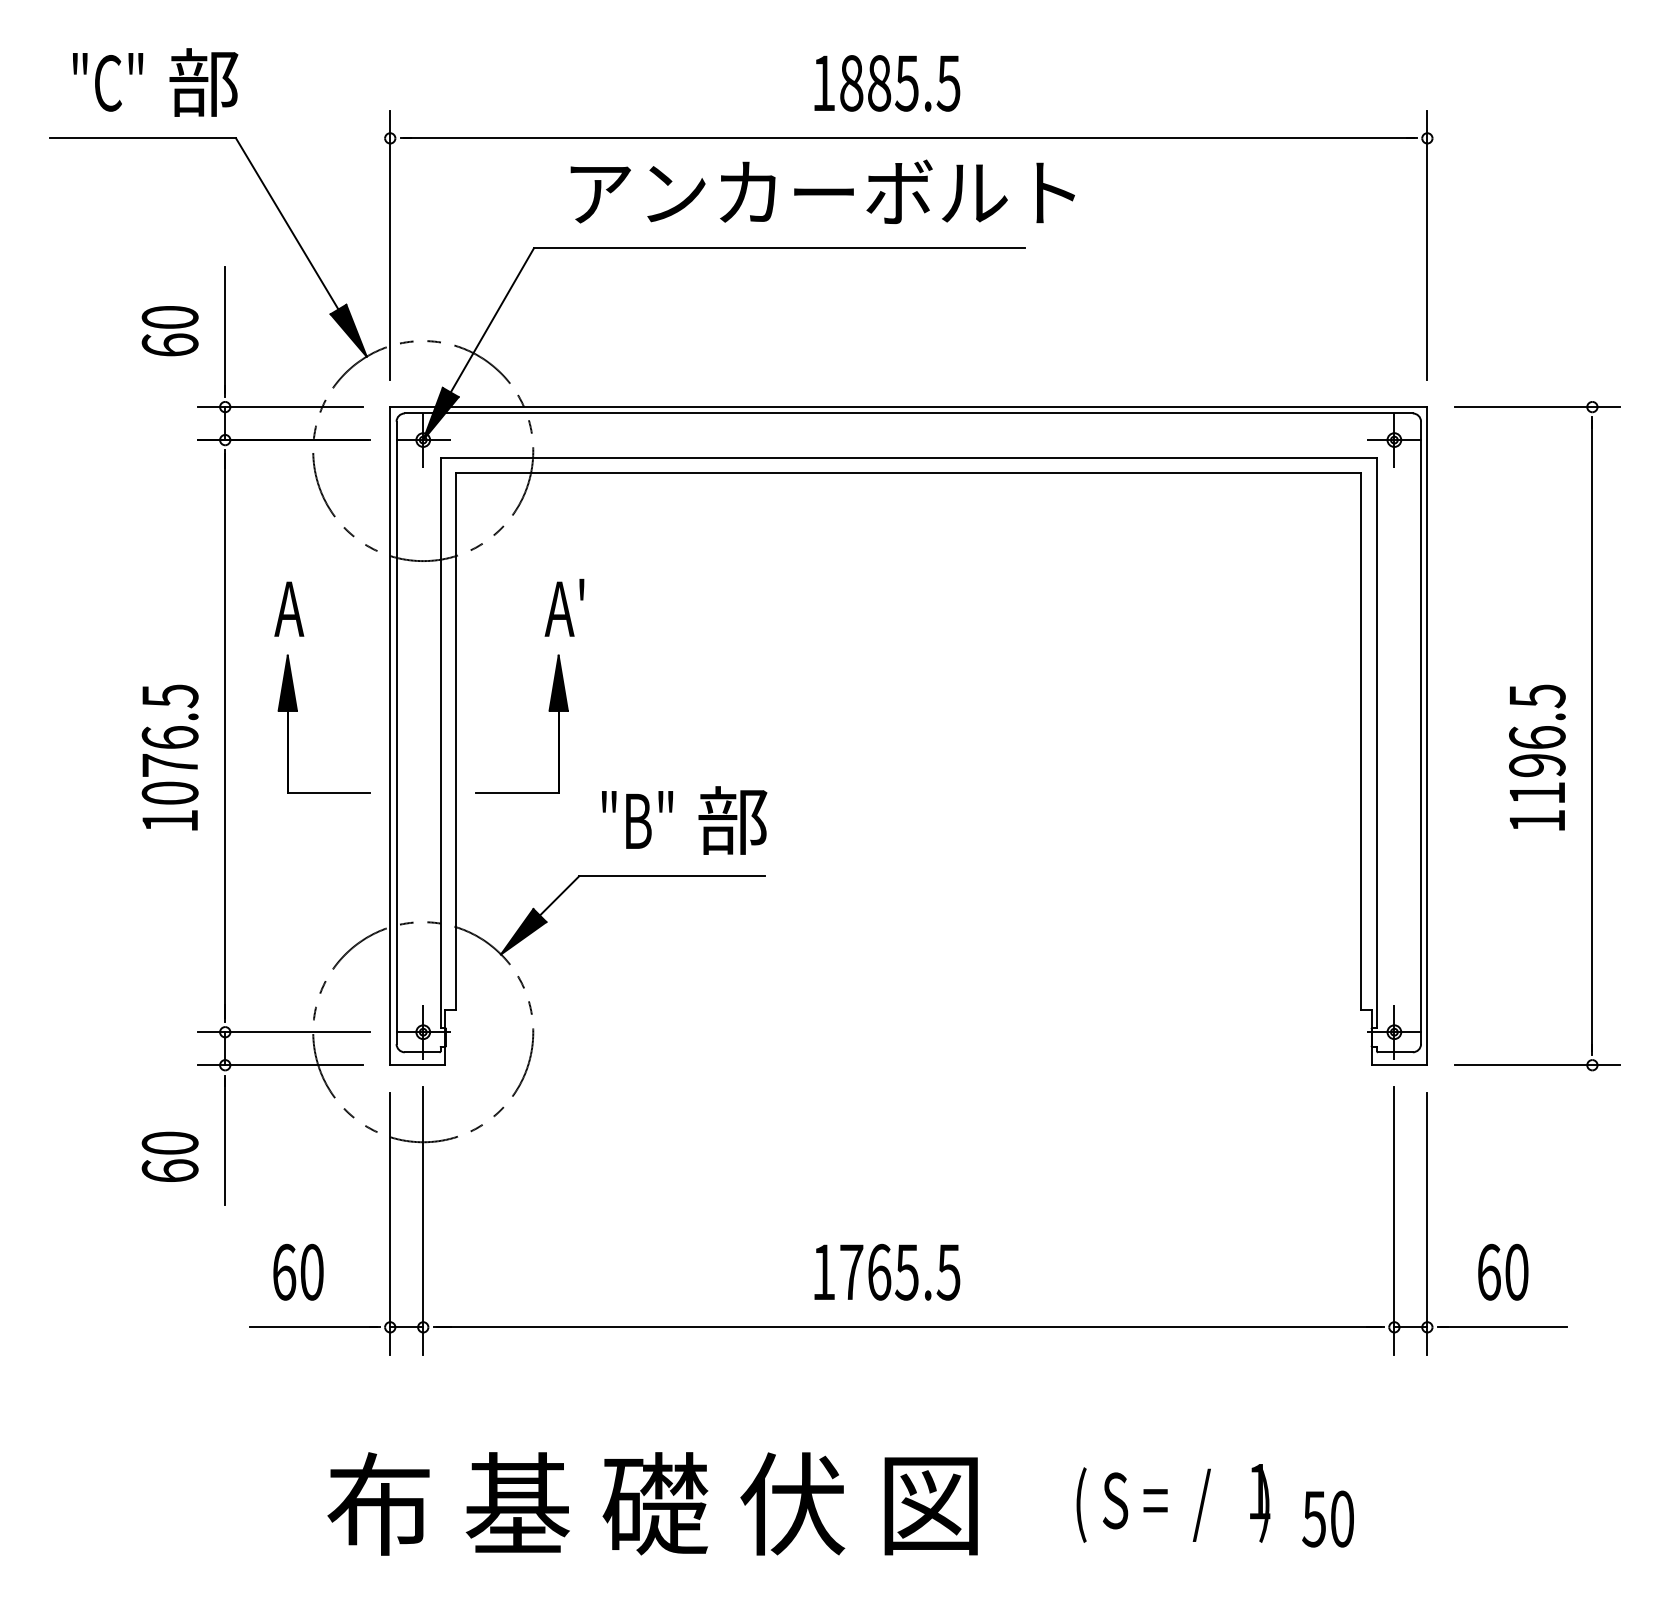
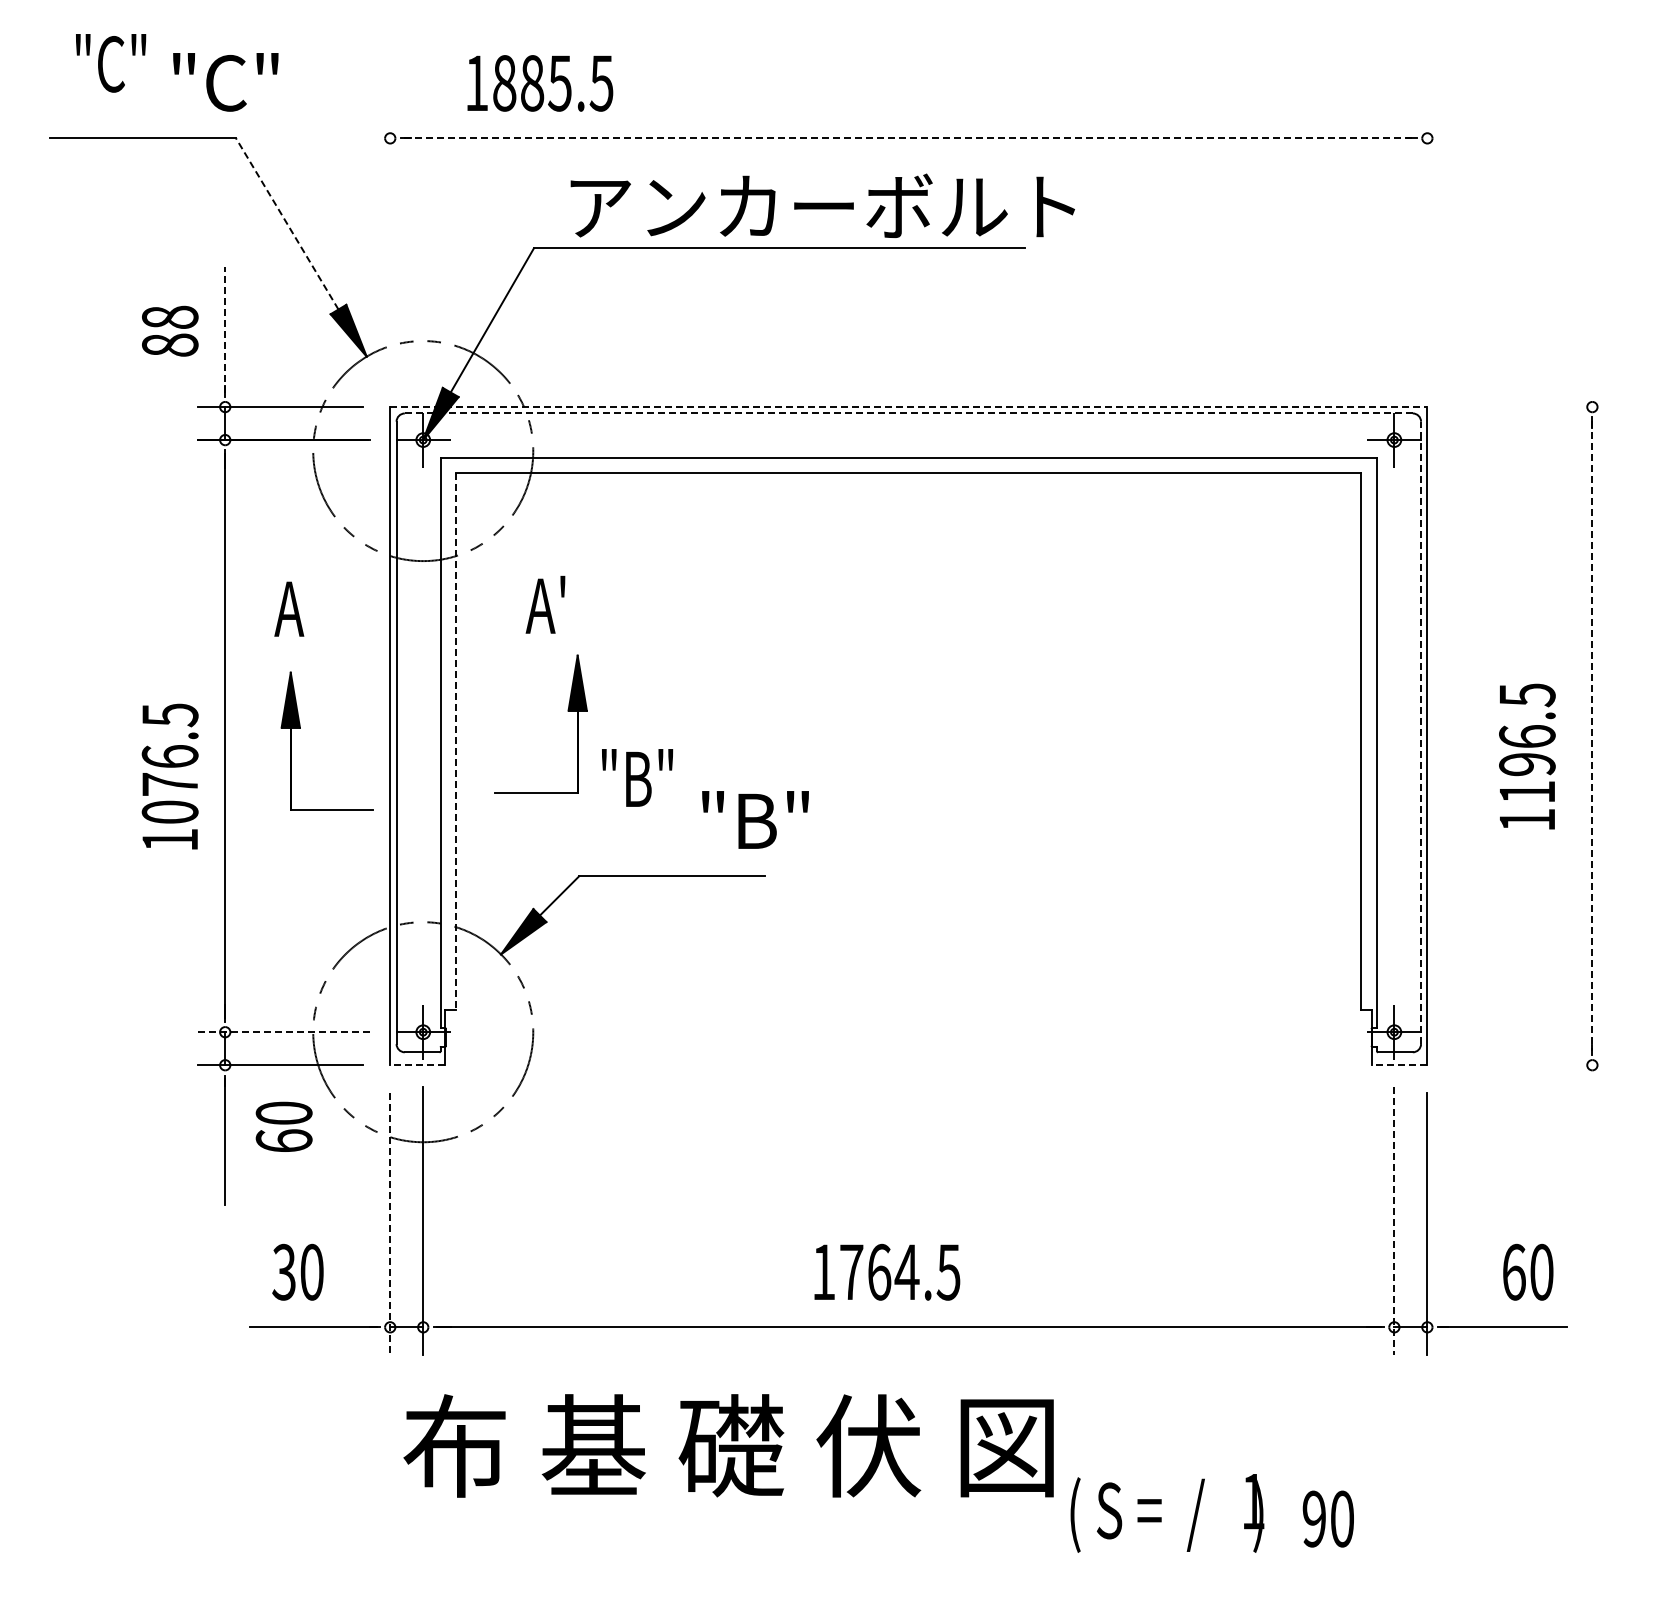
text at (108, 82) position: (108, 82) -> (111, 63)
text at (223, 82): 部 -> "C"
text at (887, 83) position: (887, 83) -> (540, 83)
line at (908, 138): solid -> dashed
text at (822, 191) position: (822, 191) -> (822, 205)
line at (287, 223): solid -> dashed
line at (390, 244): present -> none
line at (1427, 244): present -> none
line at (225, 329): solid -> dashed
text at (169, 330): 60 -> 88
line at (908, 407): solid -> dashed
line at (1536, 407): present -> none
line at (908, 413): solid -> dashed
text at (564, 607) position: (564, 607) -> (545, 604)
part at (297, 711) position: (297, 711) -> (300, 728)
part at (548, 711) position: (548, 711) -> (567, 711)
line at (1421, 732): solid -> dashed
line at (1592, 736): solid -> dashed
line at (456, 741): solid -> dashed
text at (169, 757) position: (169, 757) -> (169, 776)
text at (1537, 757) position: (1537, 757) -> (1527, 756)
text at (637, 819) position: (637, 819) -> (637, 777)
text at (753, 820): 部 -> "B"
line at (283, 1032): solid -> dashed
line at (417, 1065): solid -> dashed
line at (1399, 1065): solid -> dashed
line at (1536, 1065): present -> none
text at (169, 1156) position: (169, 1156) -> (283, 1126)
line at (1394, 1221): solid -> dashed
line at (390, 1224): solid -> dashed
text at (284, 1271): 60 -> 30
text at (1503, 1271) position: (1503, 1271) -> (1528, 1271)
text at (906, 1272): 1765.5 -> 1764.5
text at (652, 1503) position: (652, 1503) -> (728, 1445)
text at (1173, 1503) position: (1173, 1503) -> (1167, 1513)
text at (1313, 1518): 50 -> 90
